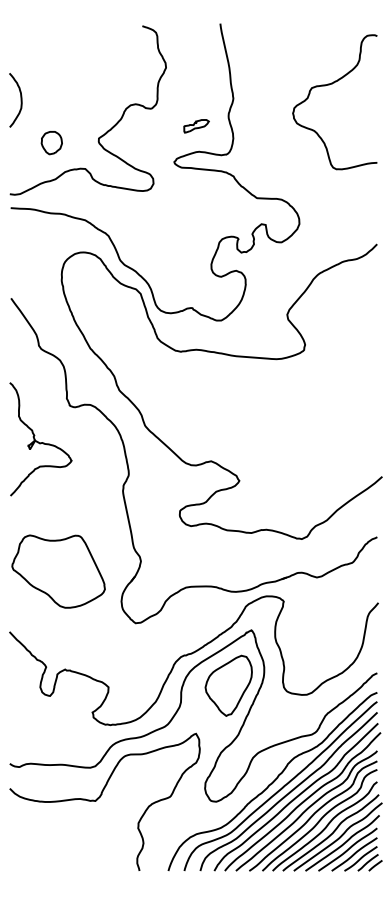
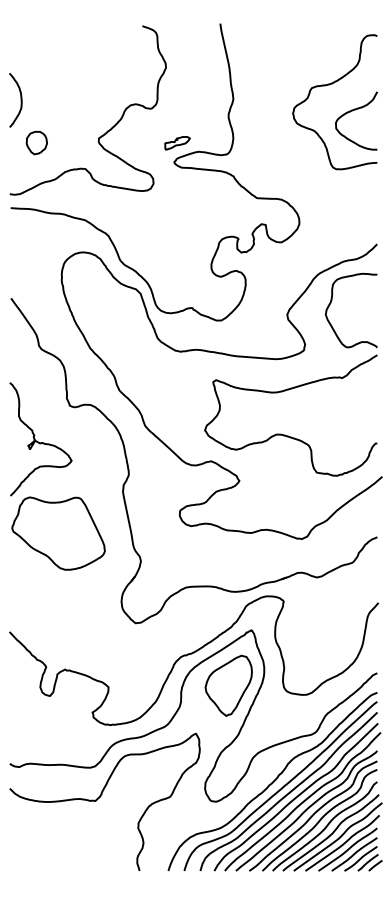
curve at (352, 111): none -> present
part at (196, 126) position: (196, 126) -> (177, 143)
part at (51, 143) position: (51, 143) -> (36, 143)
part at (294, 386): none -> present
part at (58, 571) position: (58, 571) -> (58, 533)
